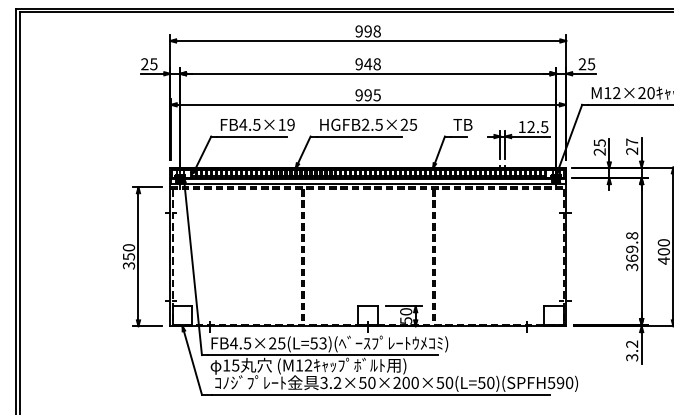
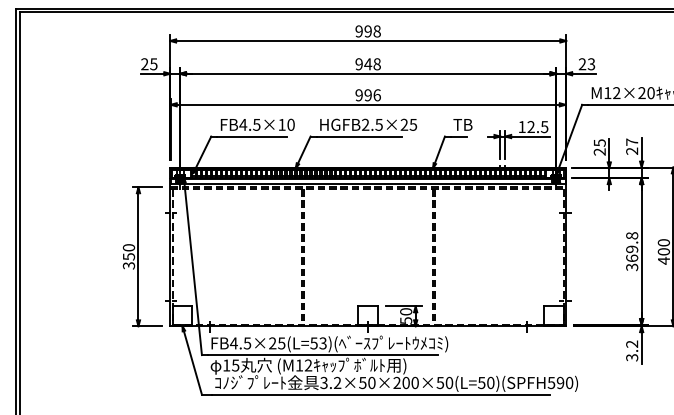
text at (591, 63): 25 -> 23
text at (376, 95): 995 -> 996
text at (290, 124): FB4.5×19 -> FB4.5×10
